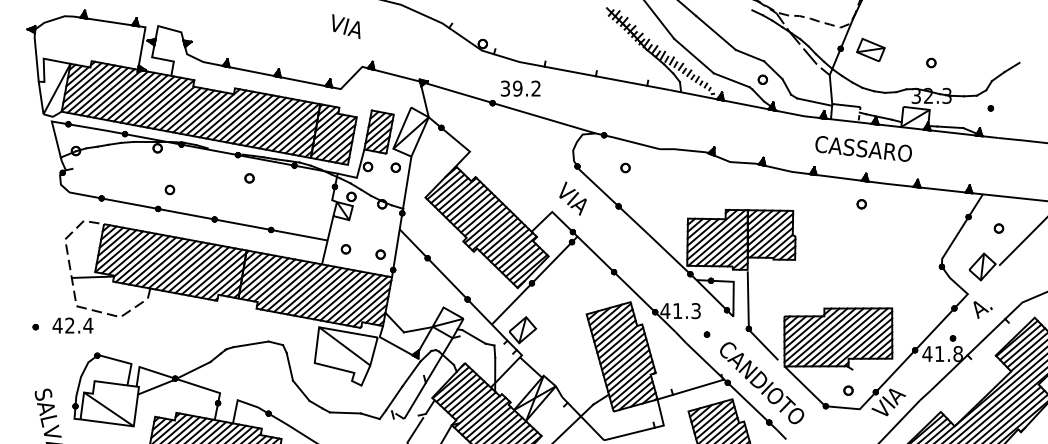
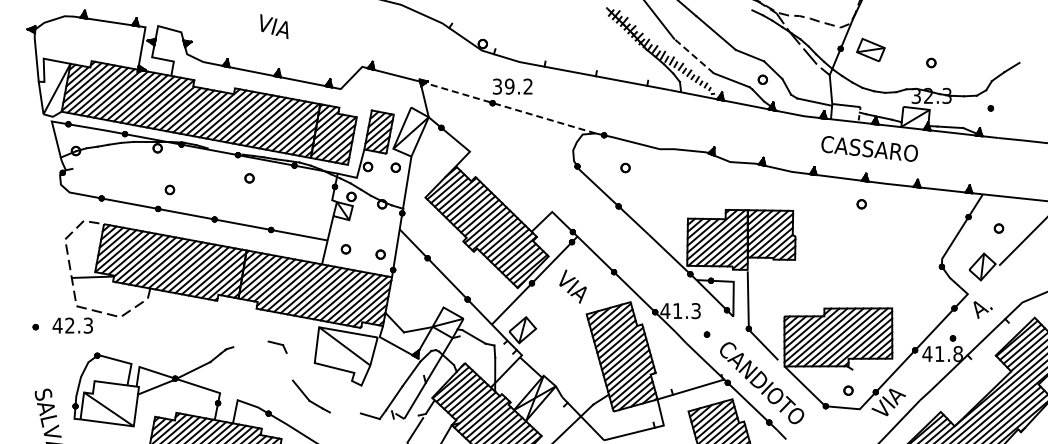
text at (346, 26) position: (346, 26) -> (274, 26)
line at (693, 55): solid -> dashed
text at (520, 88) position: (520, 88) -> (512, 86)
line at (508, 107): solid -> dashed
text at (863, 148) position: (863, 148) -> (869, 148)
text at (572, 198) position: (572, 198) -> (572, 286)
text at (88, 325): 42.4 -> 42.3
line at (250, 344): present -> none
line at (289, 366): present -> none
line at (344, 412): present -> none
